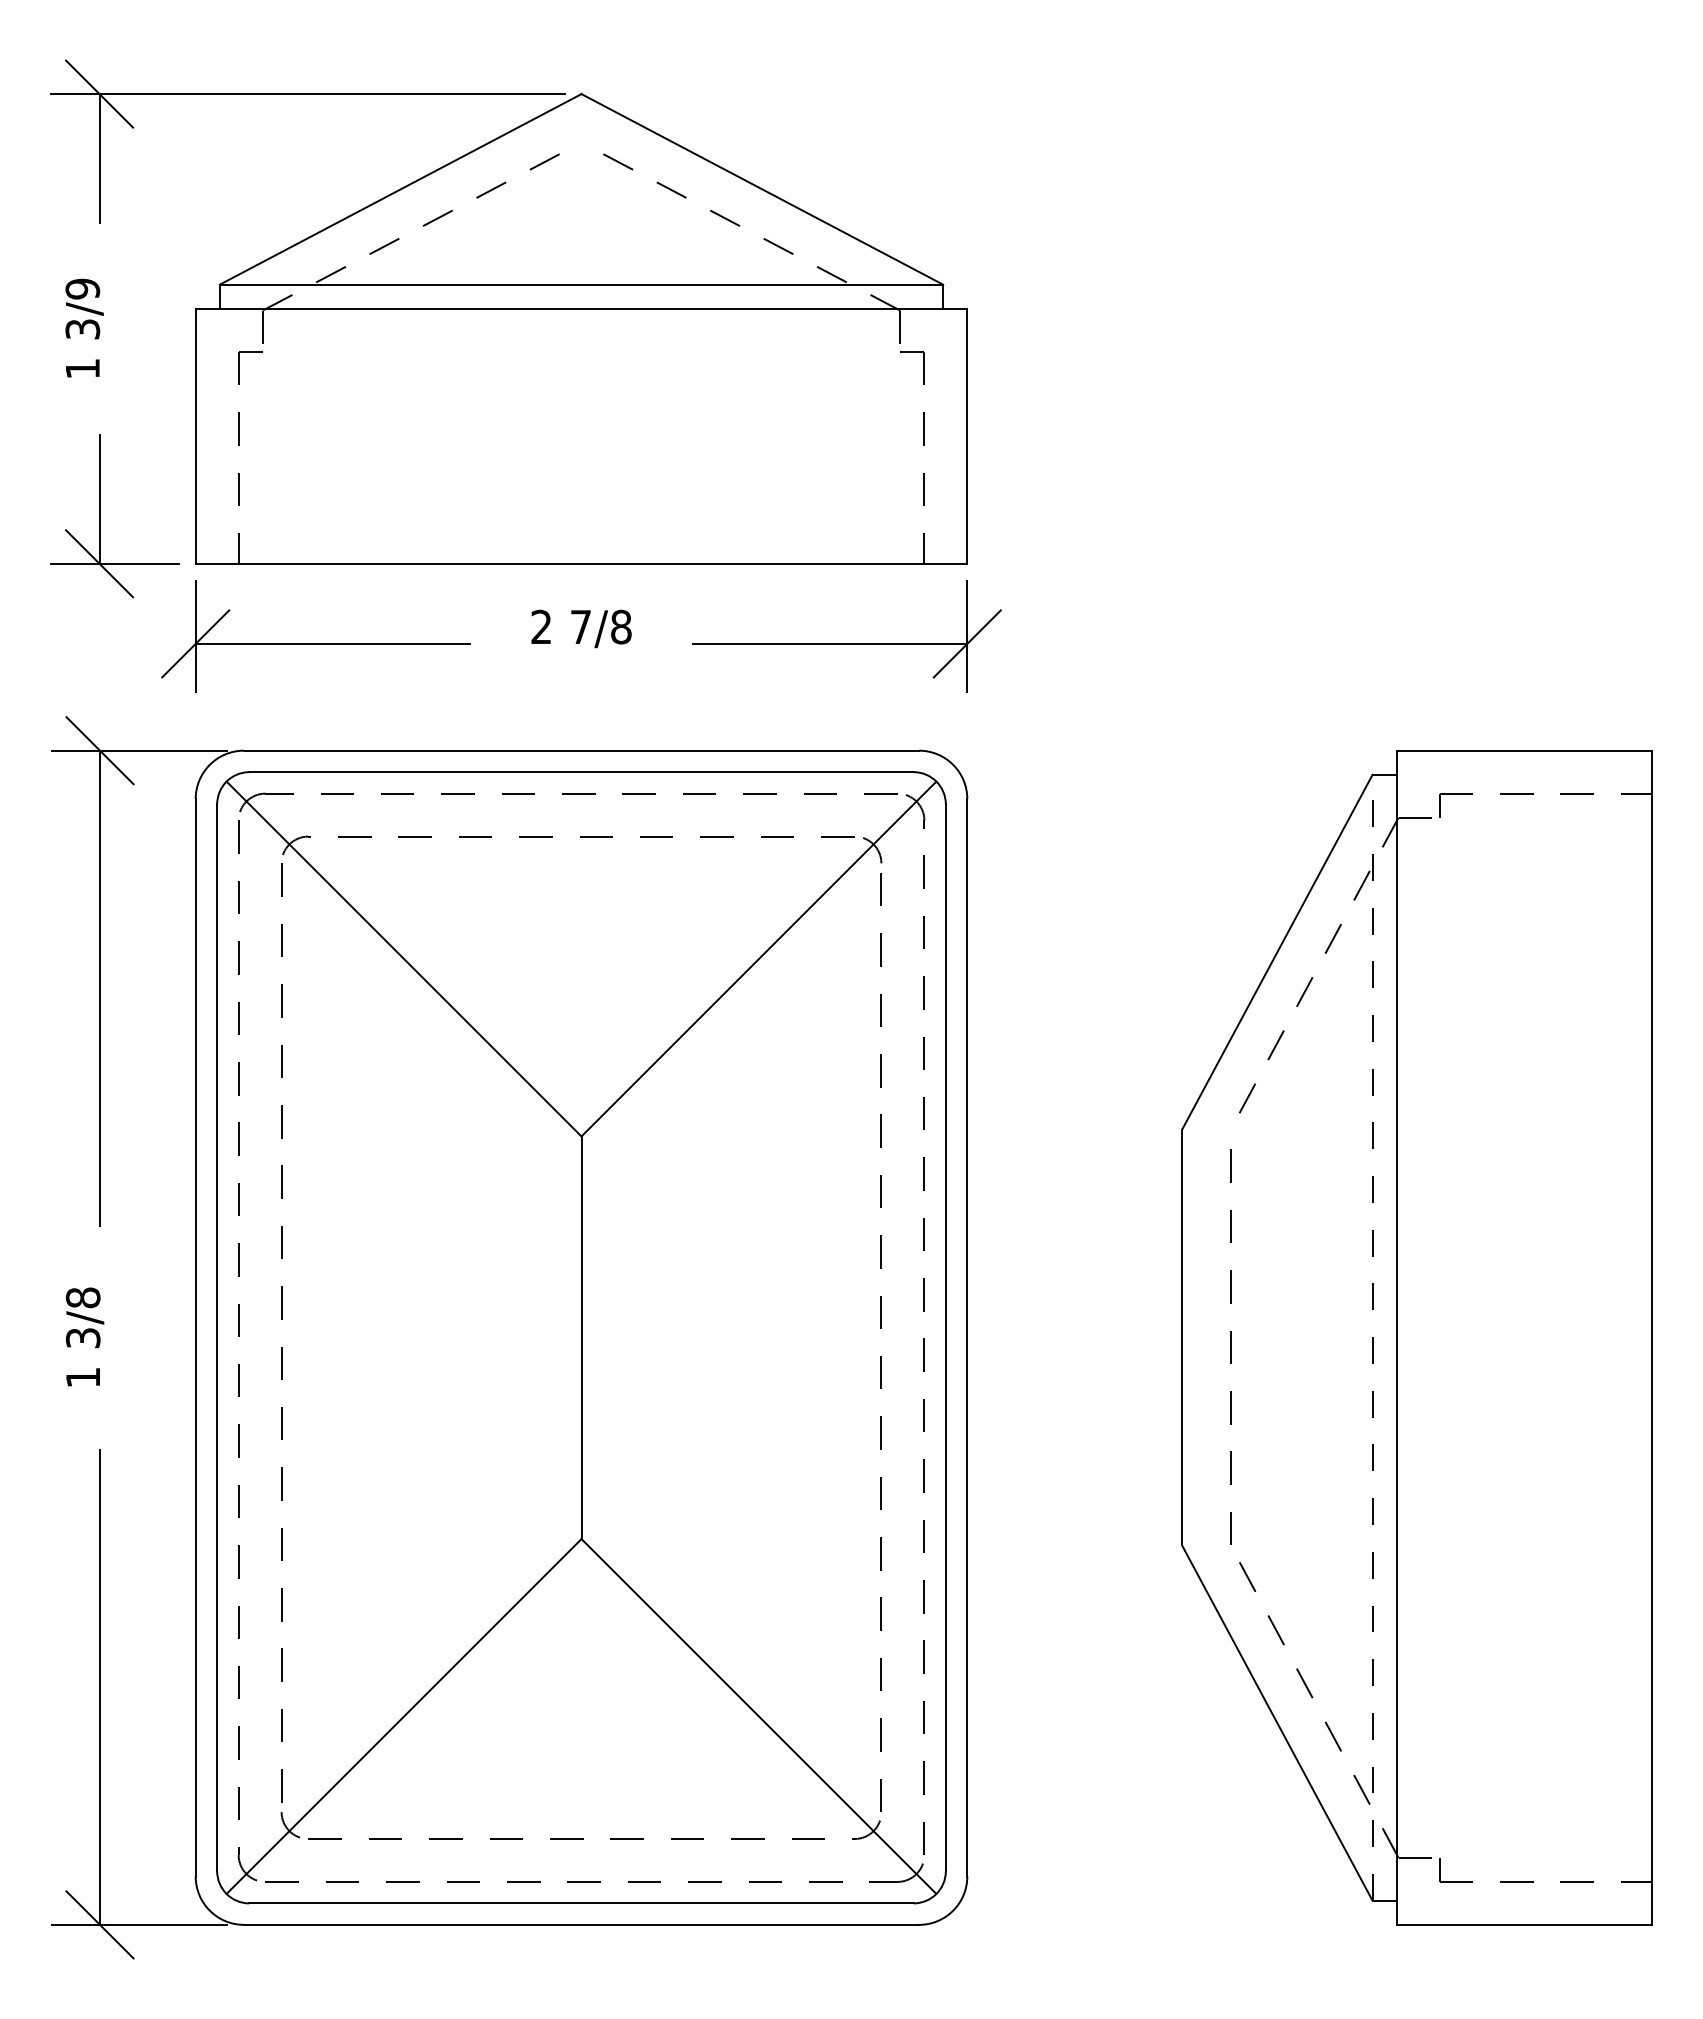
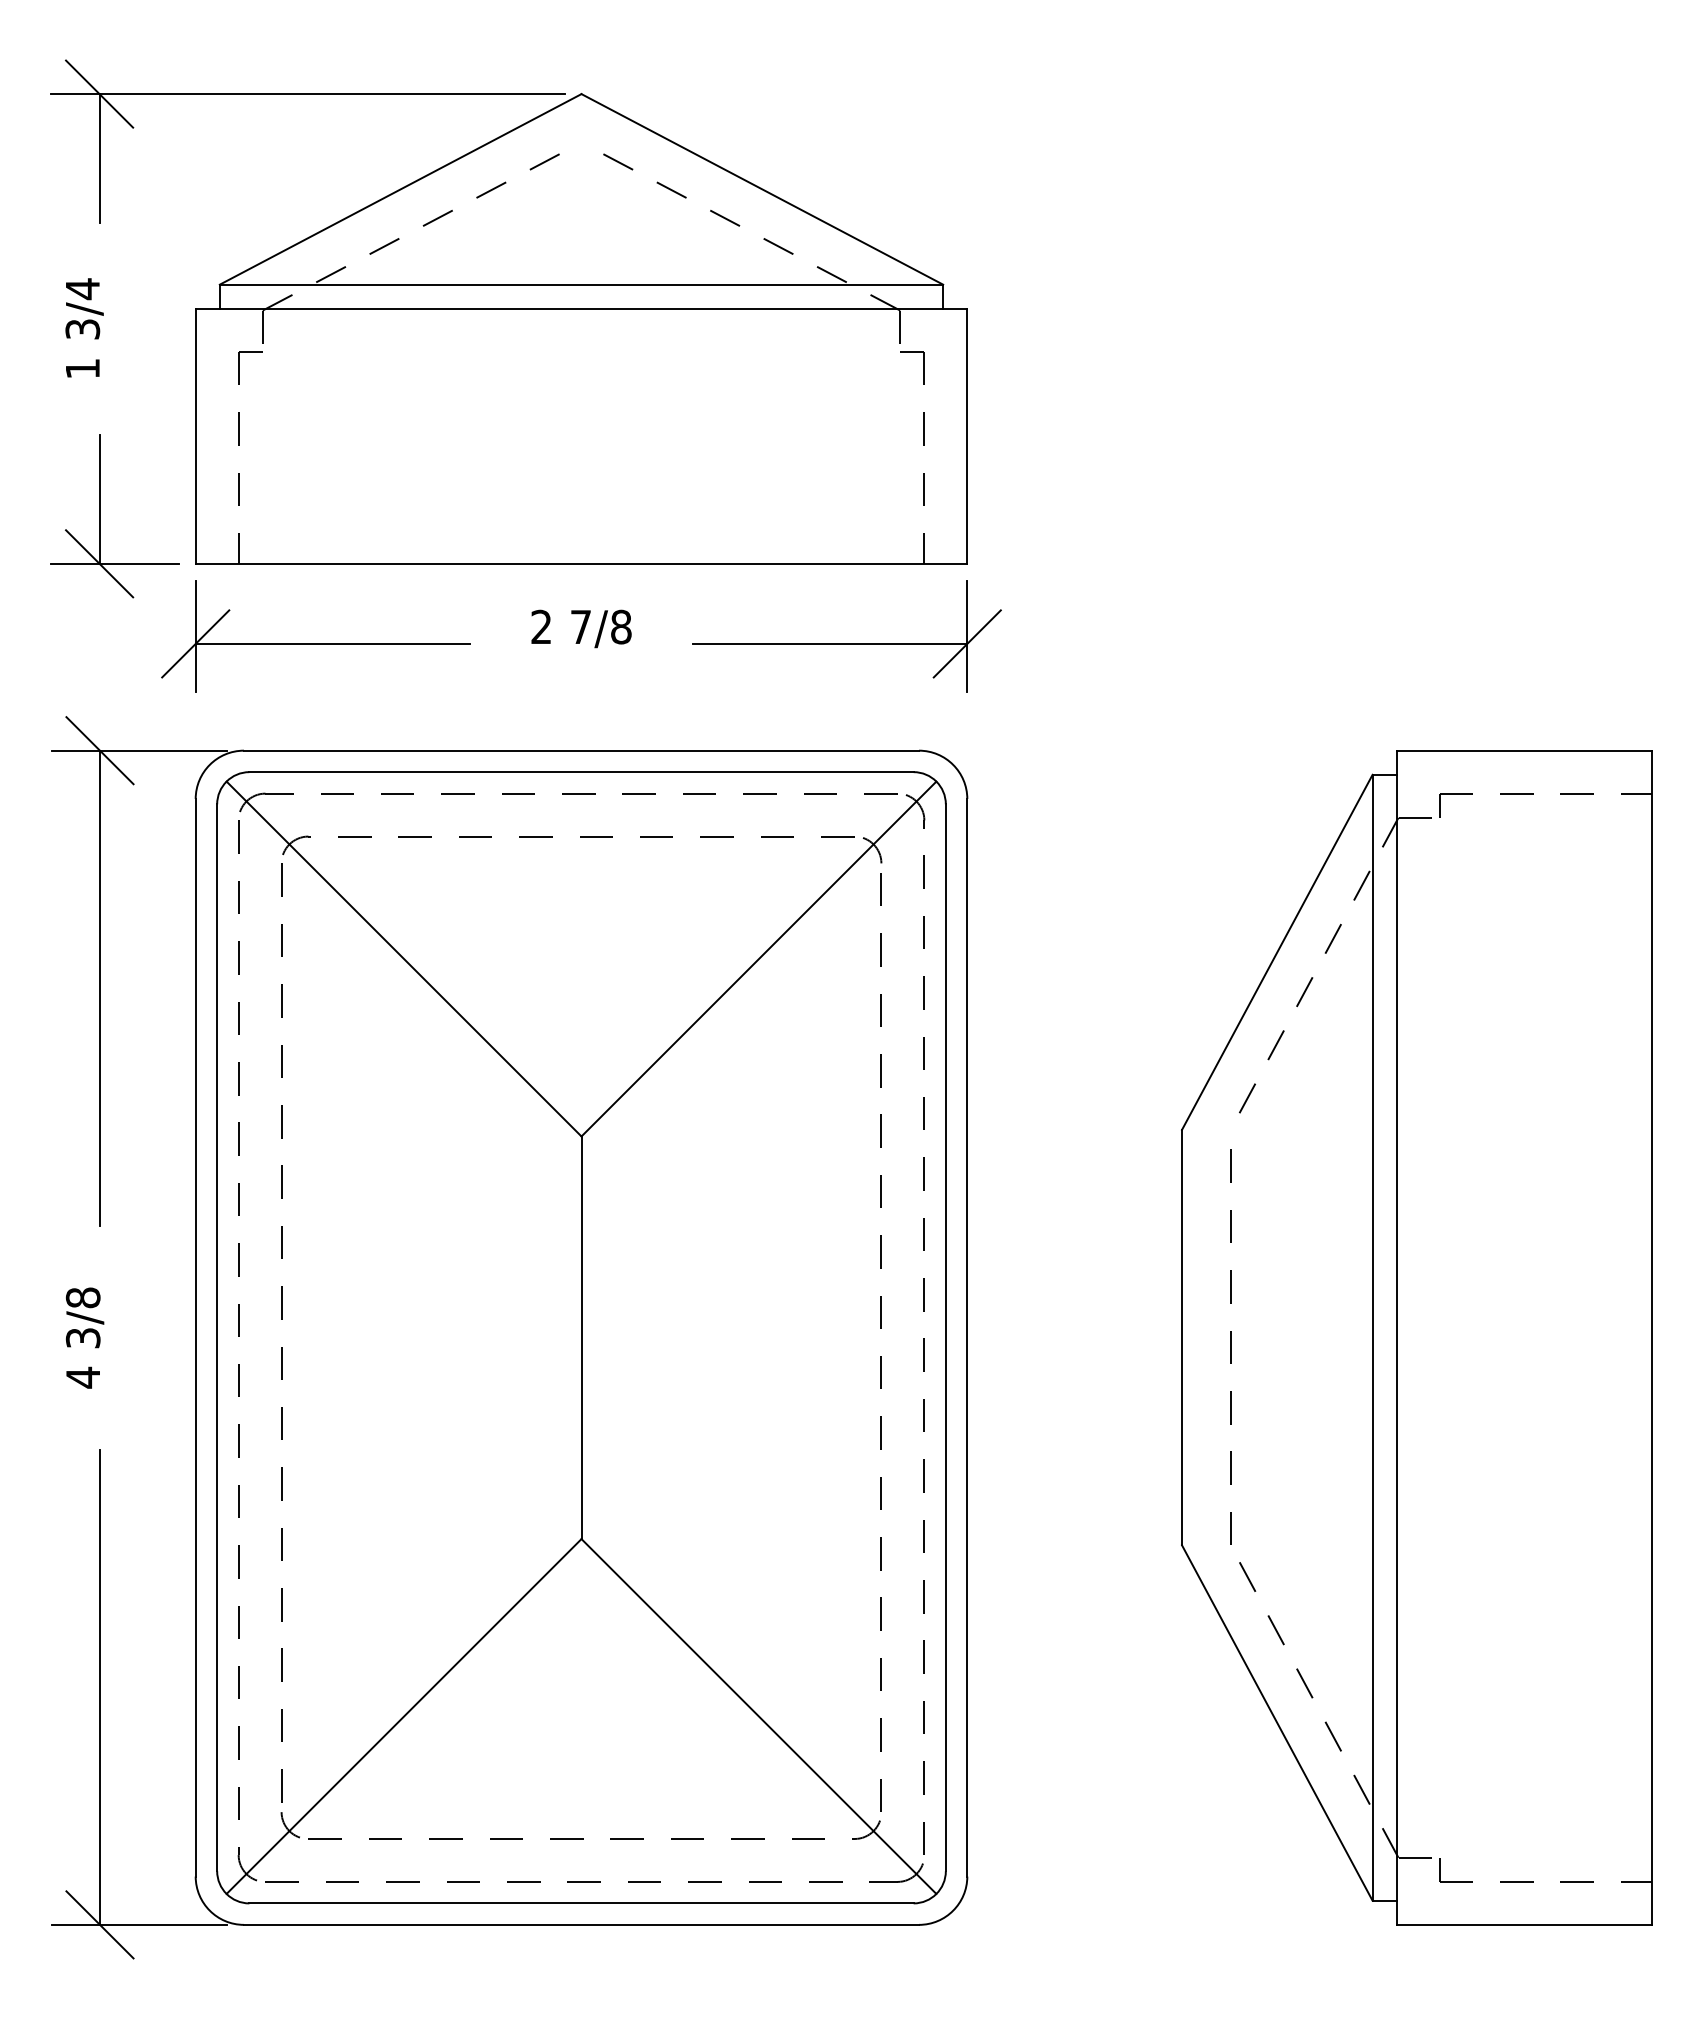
text at (82, 289): 3/9 -> 3/4
line at (1372, 1337): dashed -> solid
text at (82, 1377): 1 -> 4
